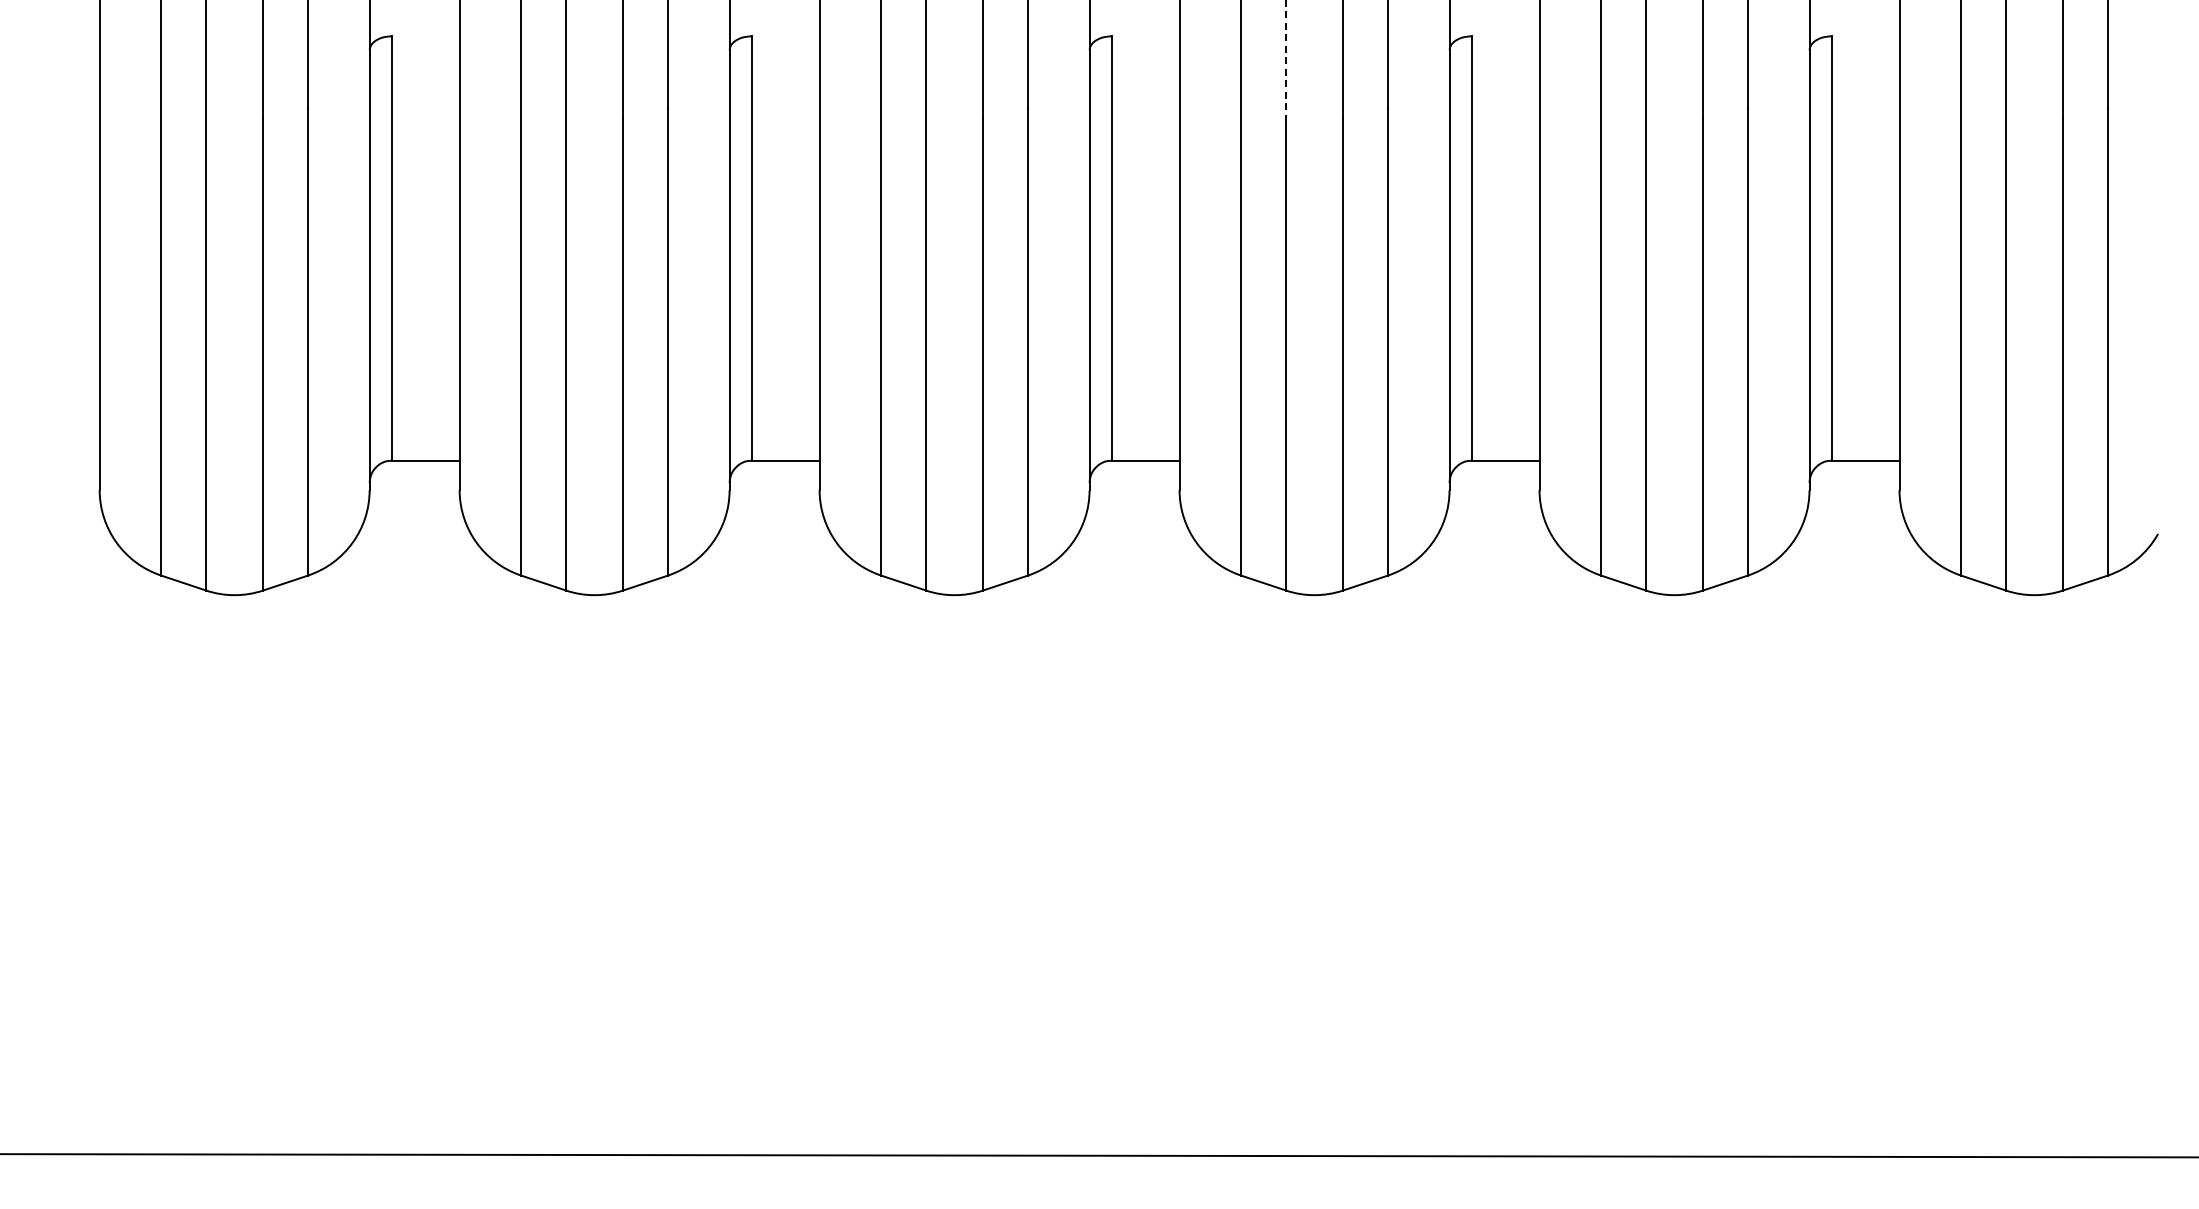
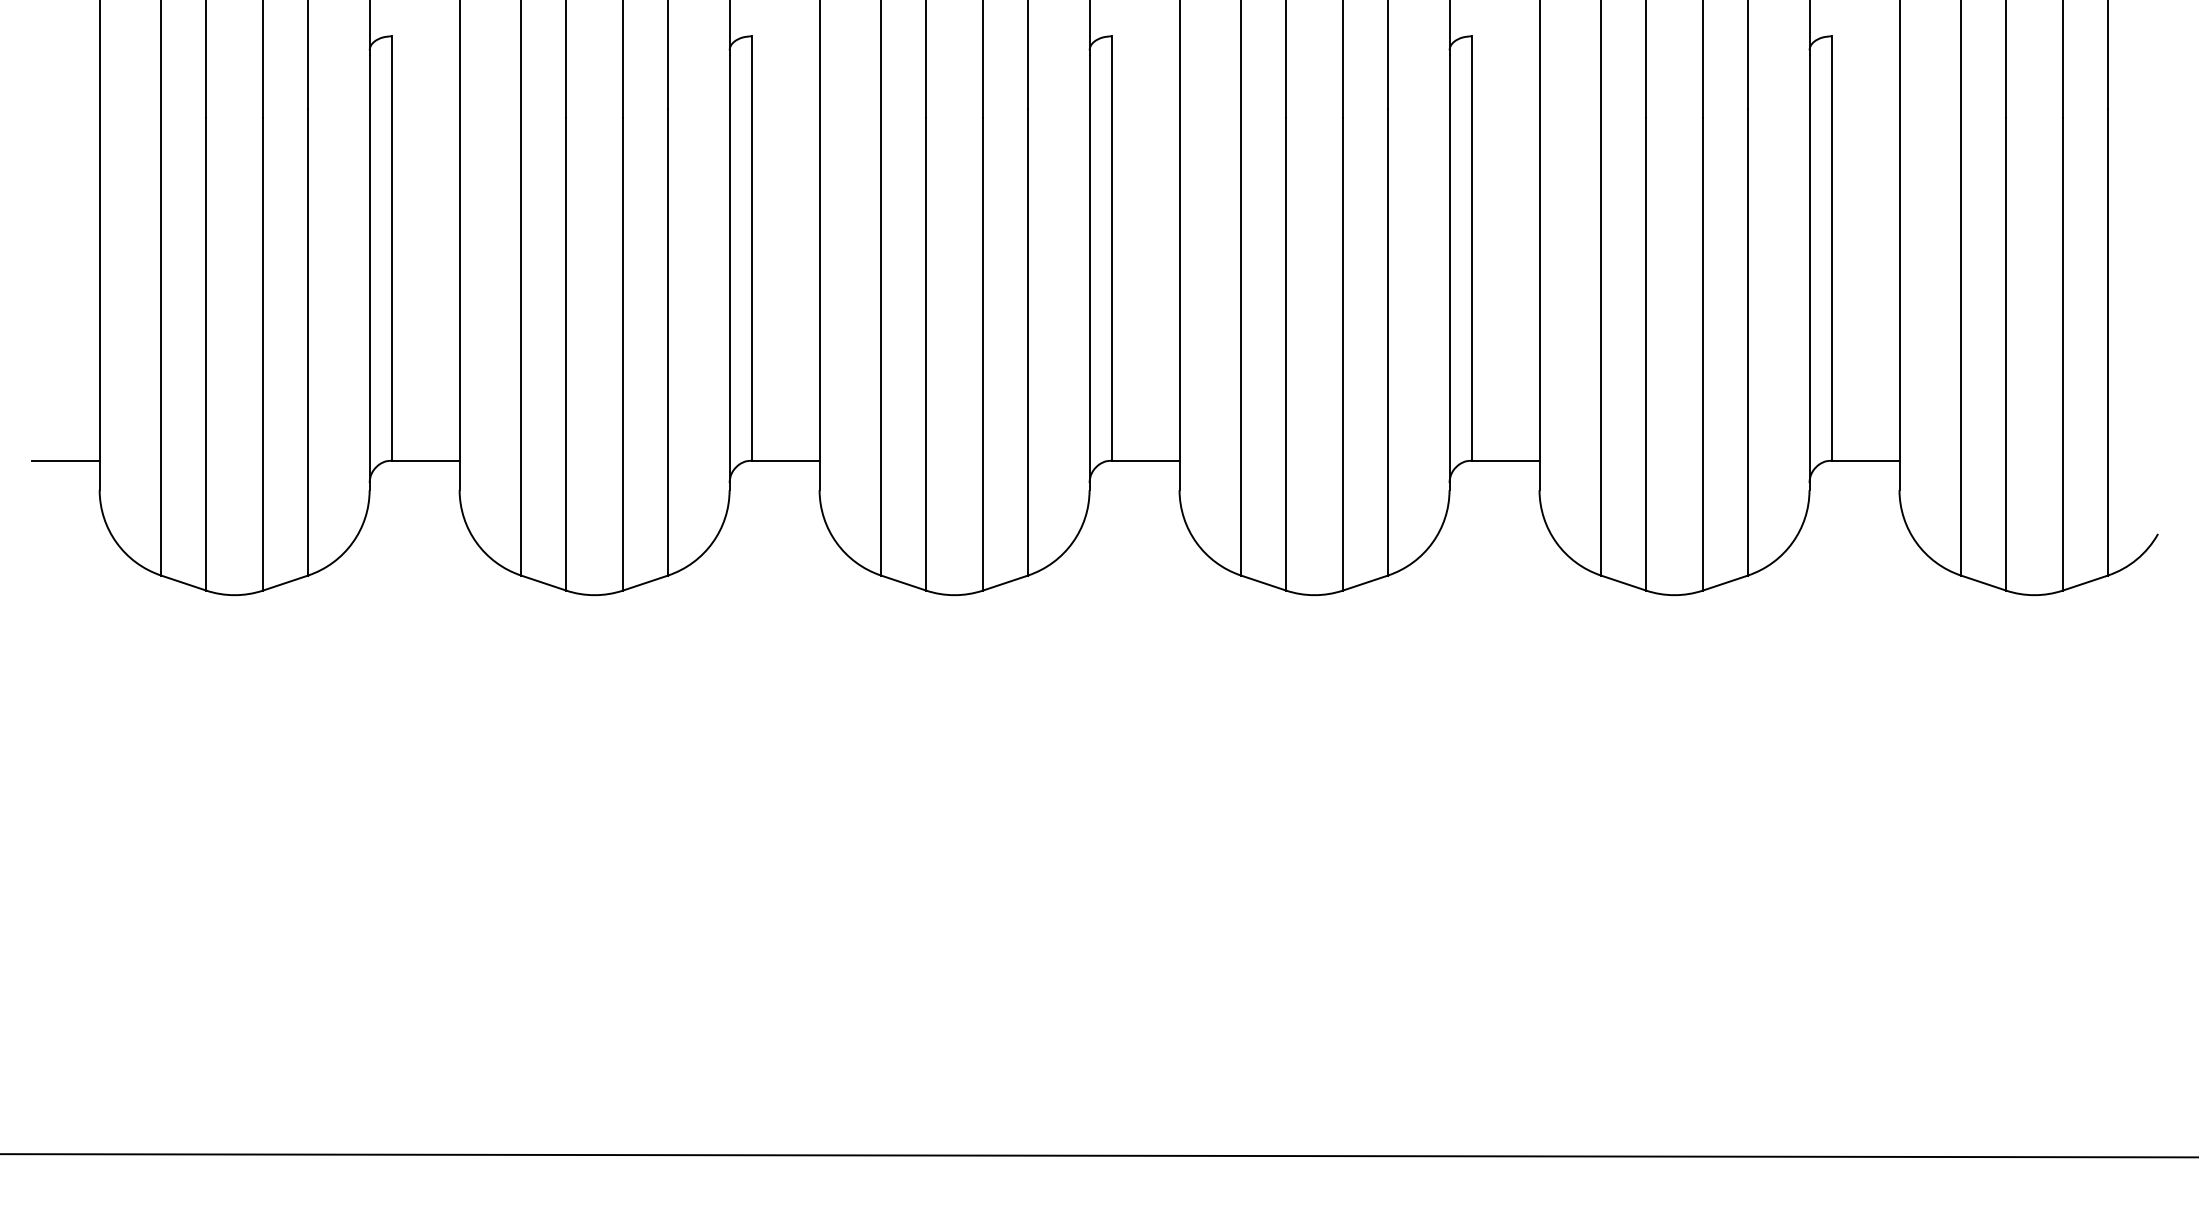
line at (1286, 58): dashed -> solid
line at (65, 460): none -> present
